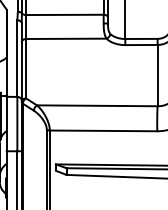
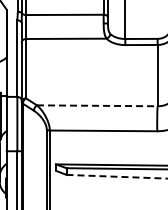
line at (97, 105): solid -> dashed
line at (116, 176): solid -> dashed
